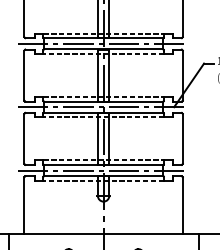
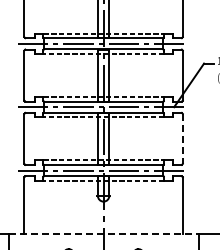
line at (182, 139): solid -> dashed
line at (104, 233): solid -> dashed
